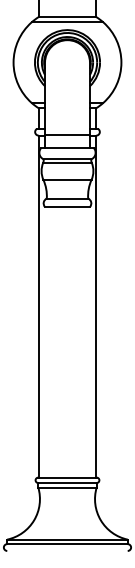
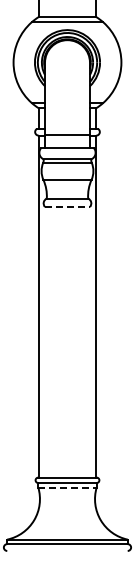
line at (67, 207): solid -> dashed
line at (67, 487): solid -> dashed
